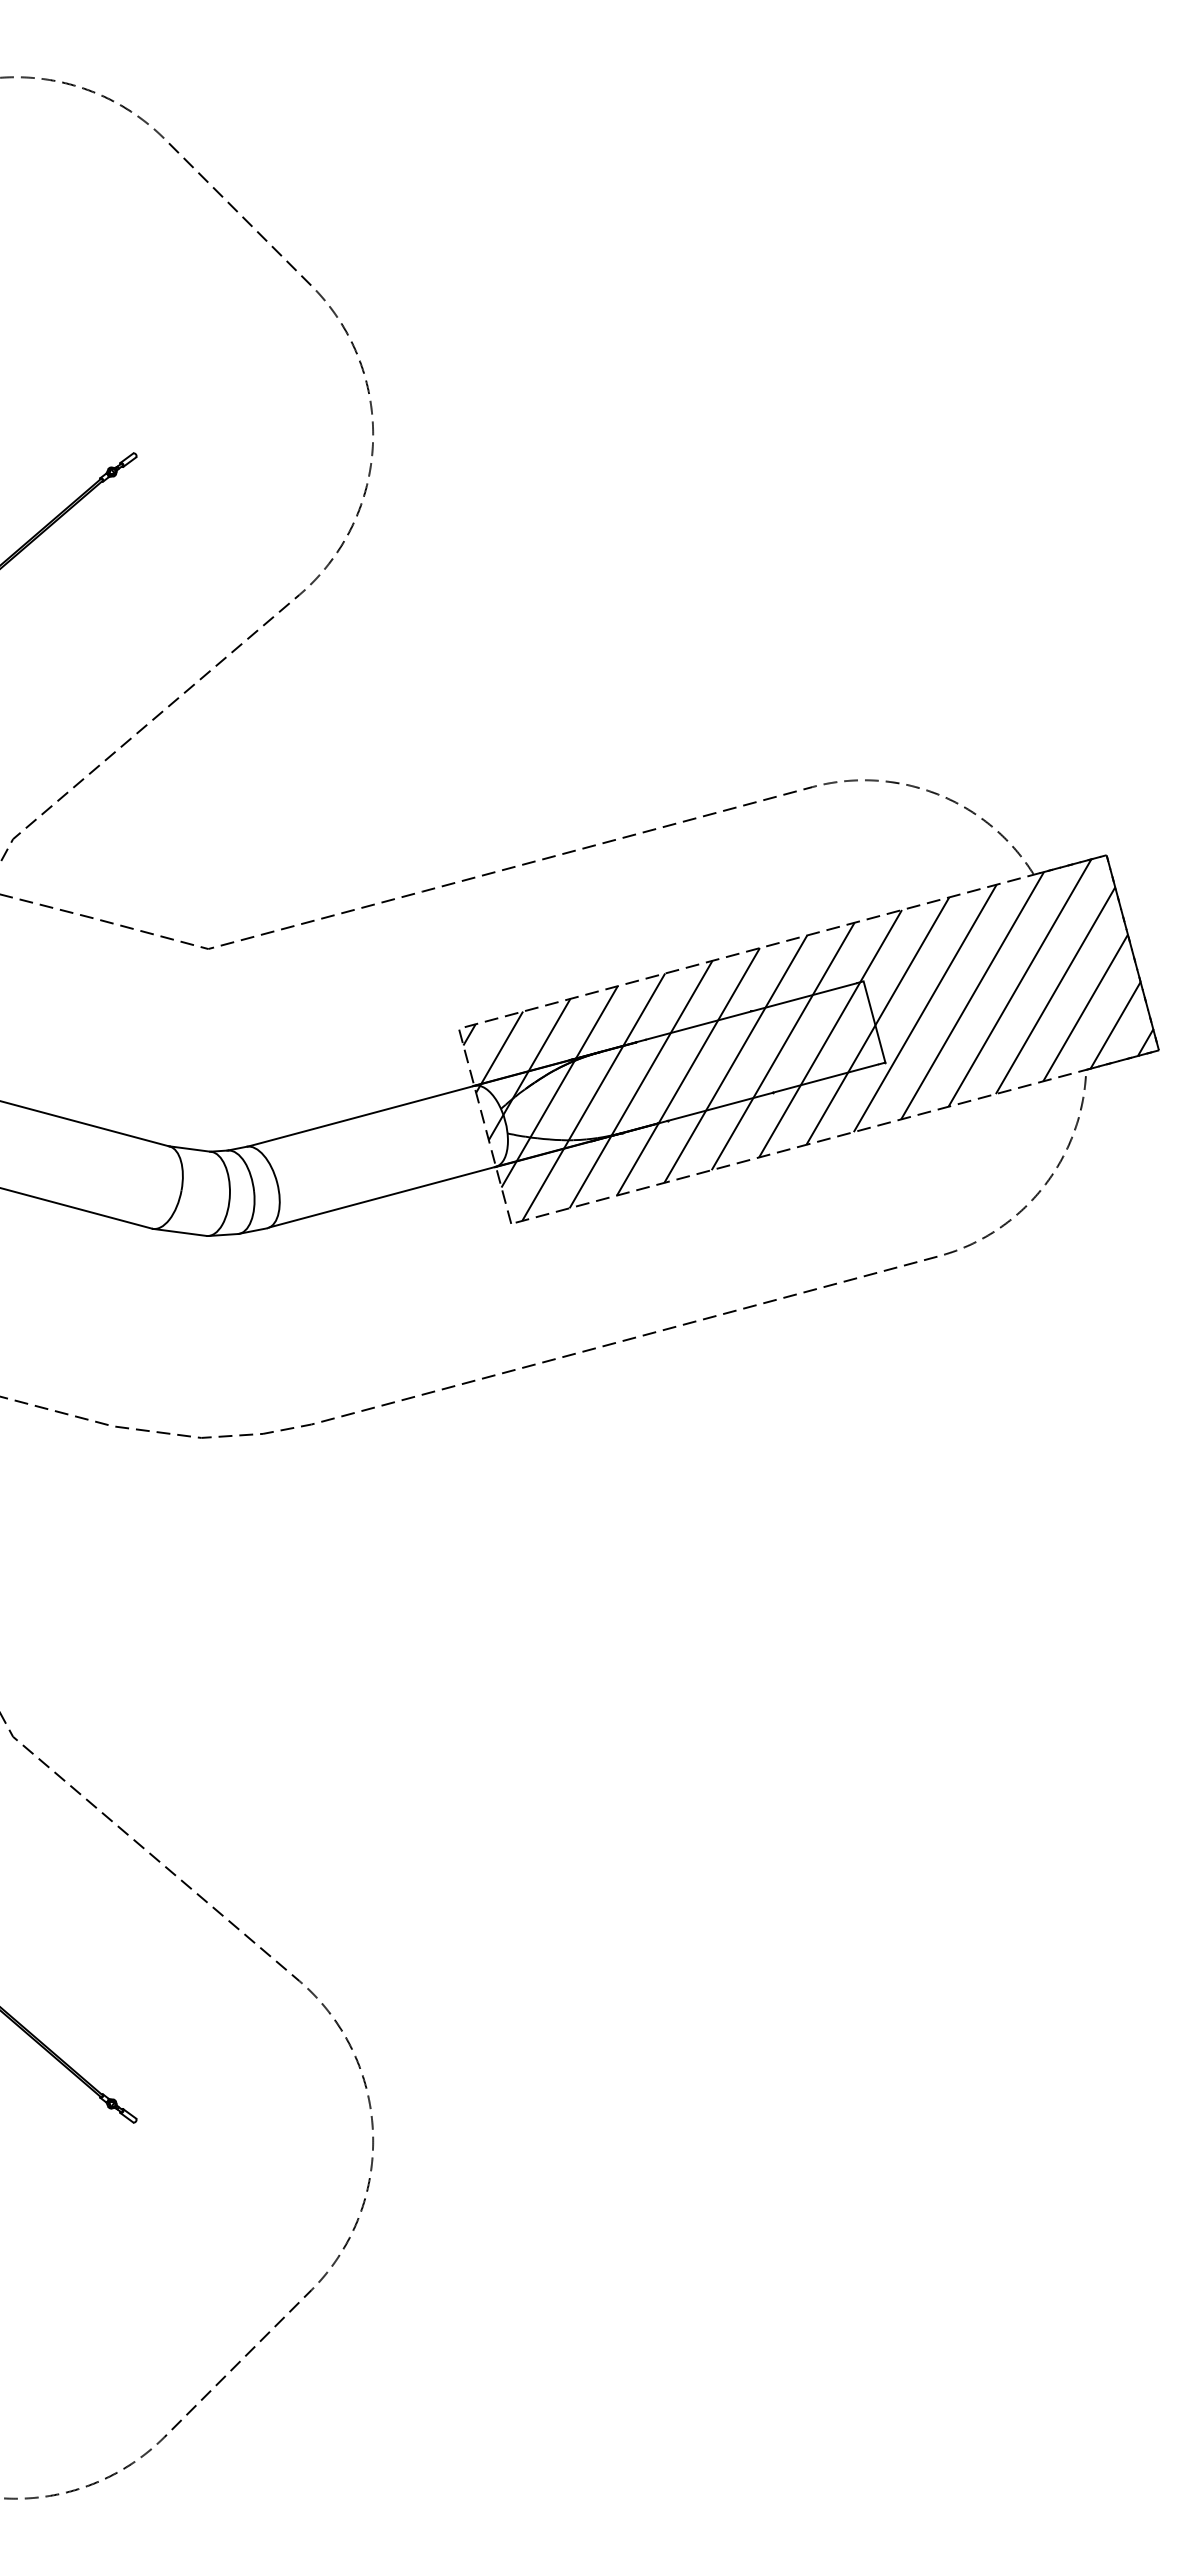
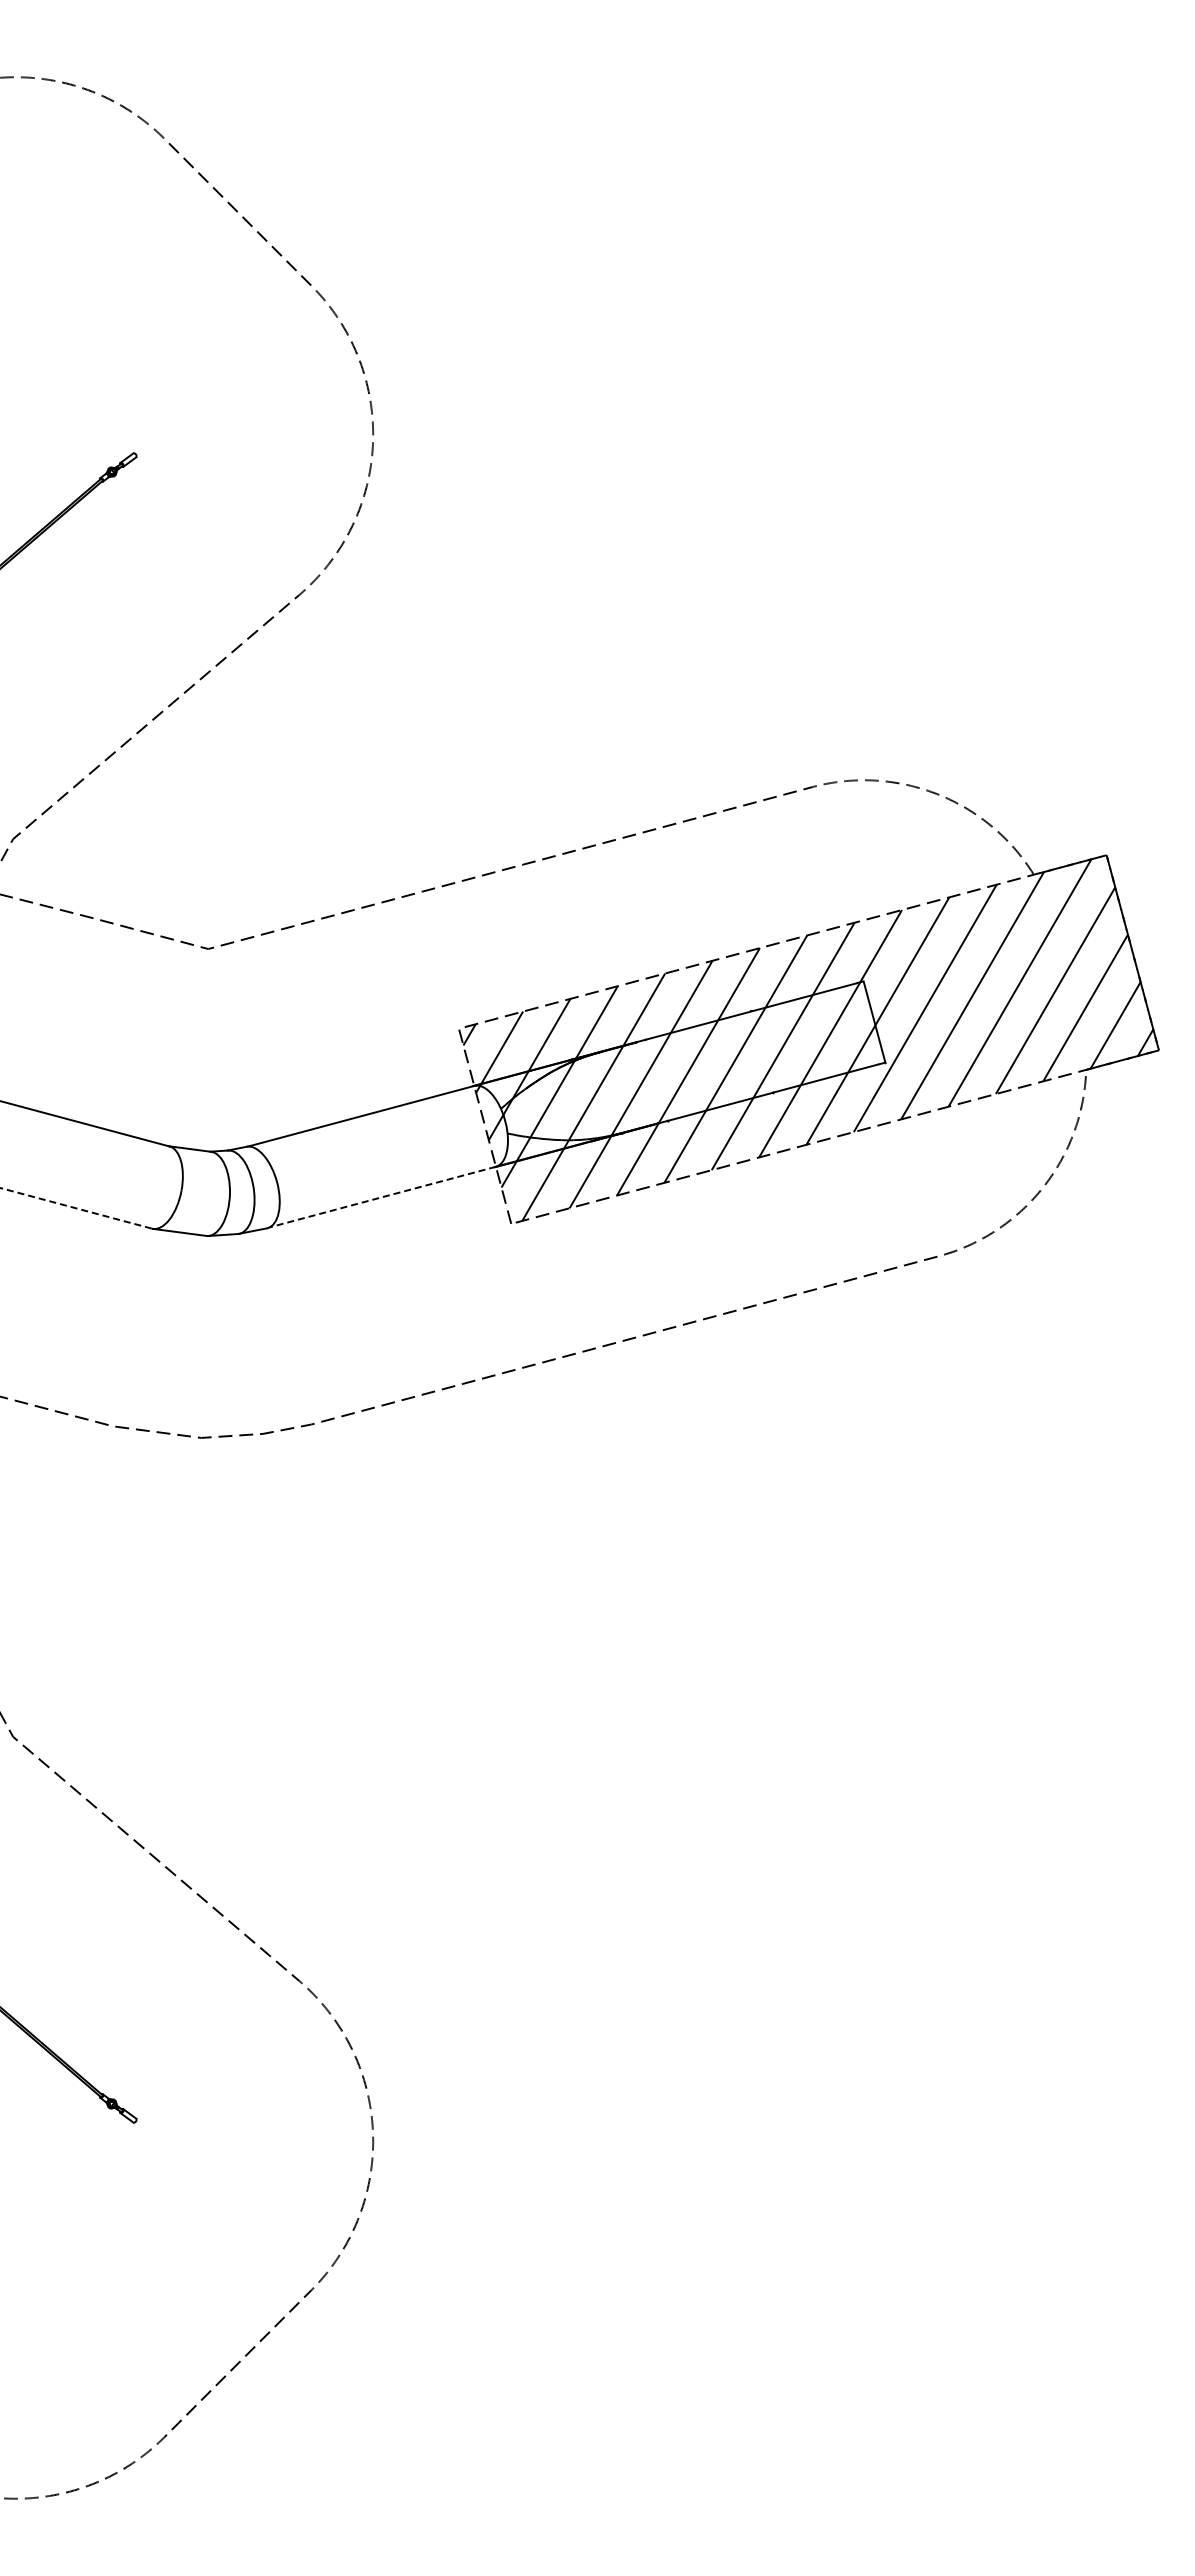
line at (382, 1197): solid -> dashed
line at (75, 1208): solid -> dashed
